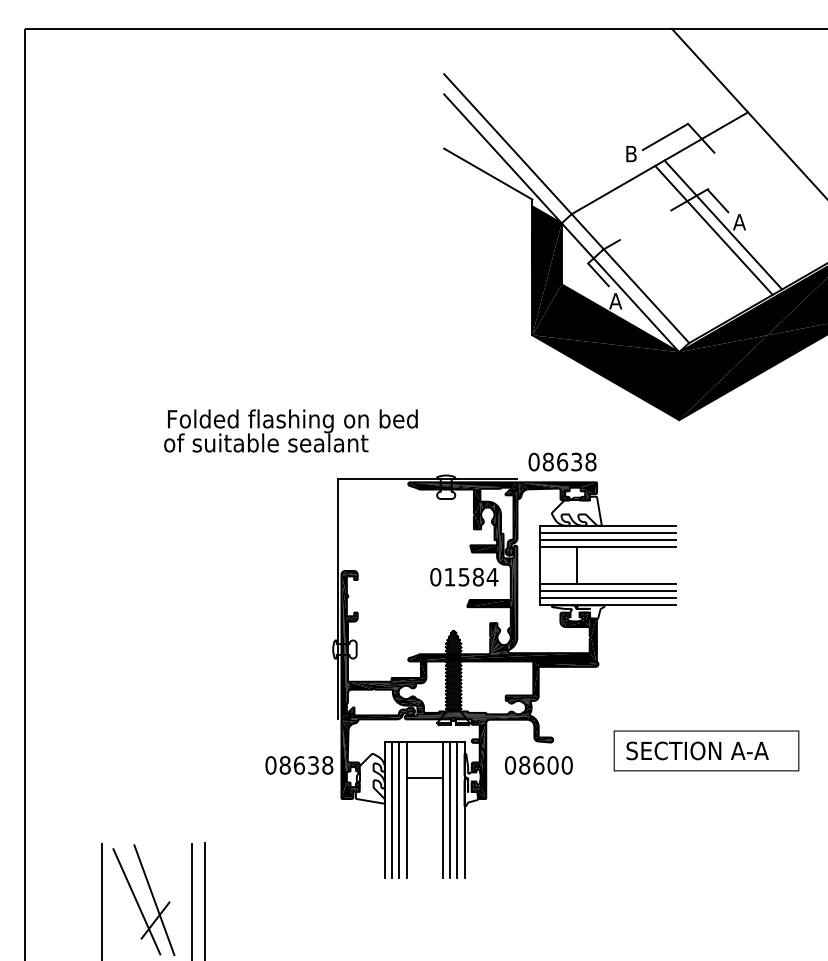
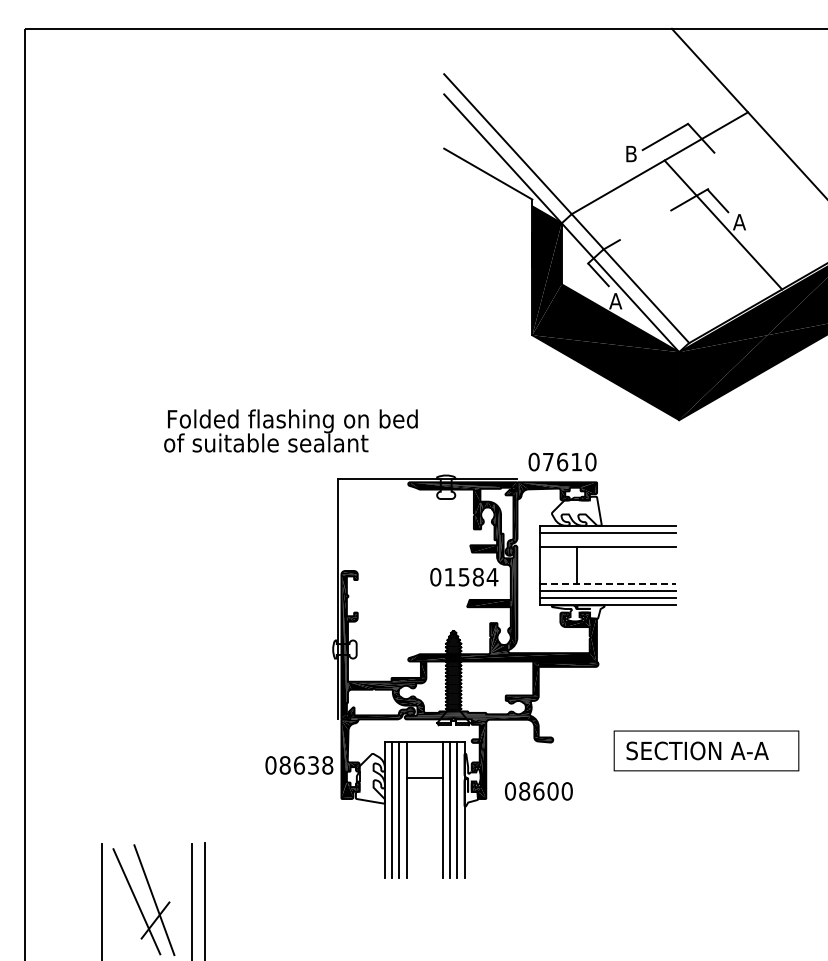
line at (713, 229): present -> none
text at (569, 461): 08638 -> 07610
line at (607, 540): present -> none
line at (607, 583): solid -> dashed
text at (538, 765) position: (538, 765) -> (538, 791)
